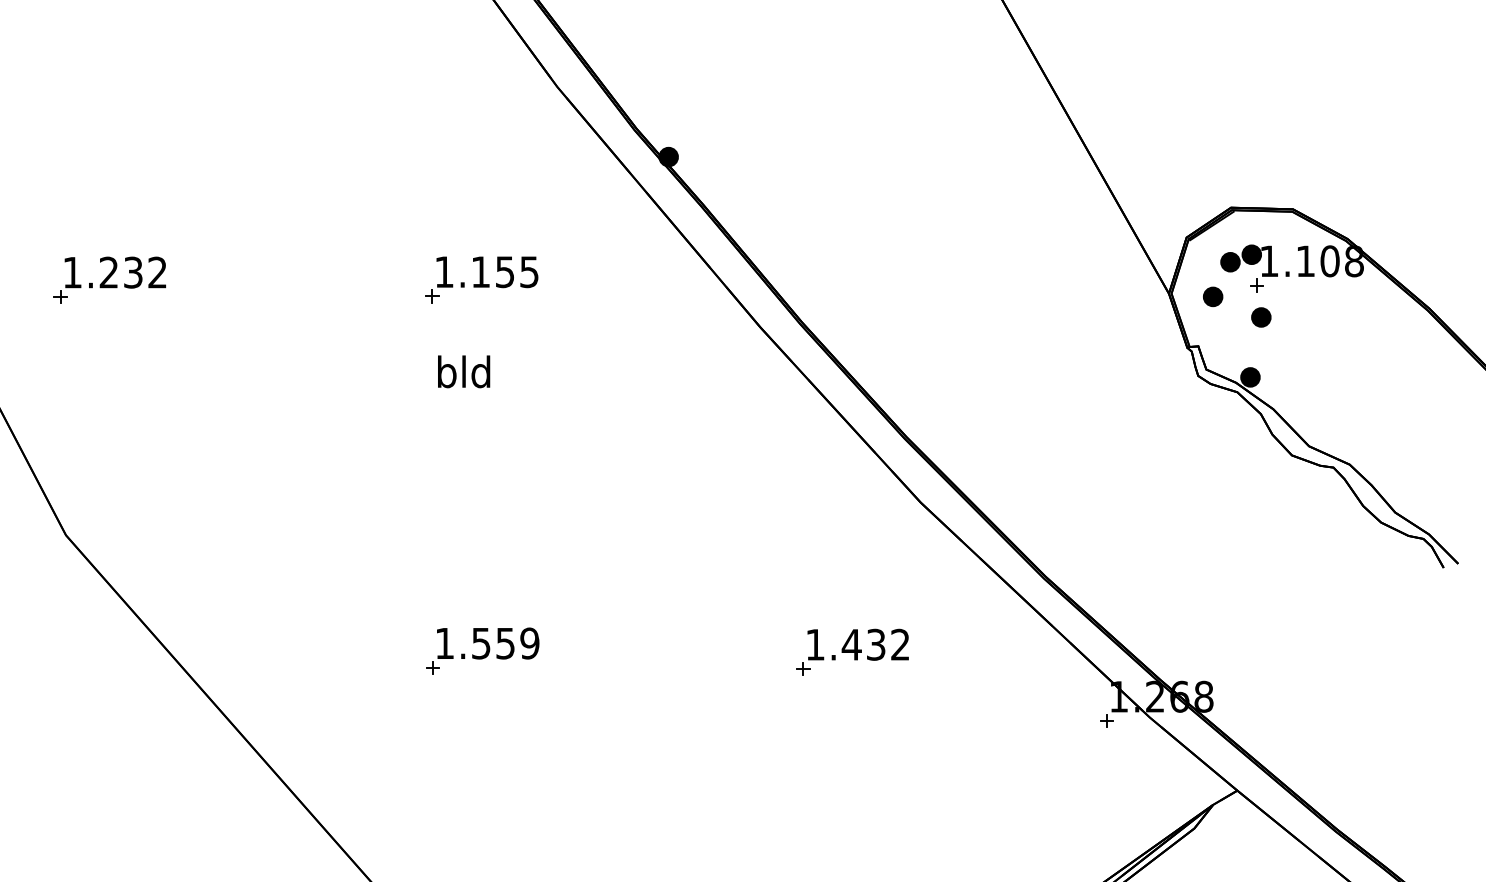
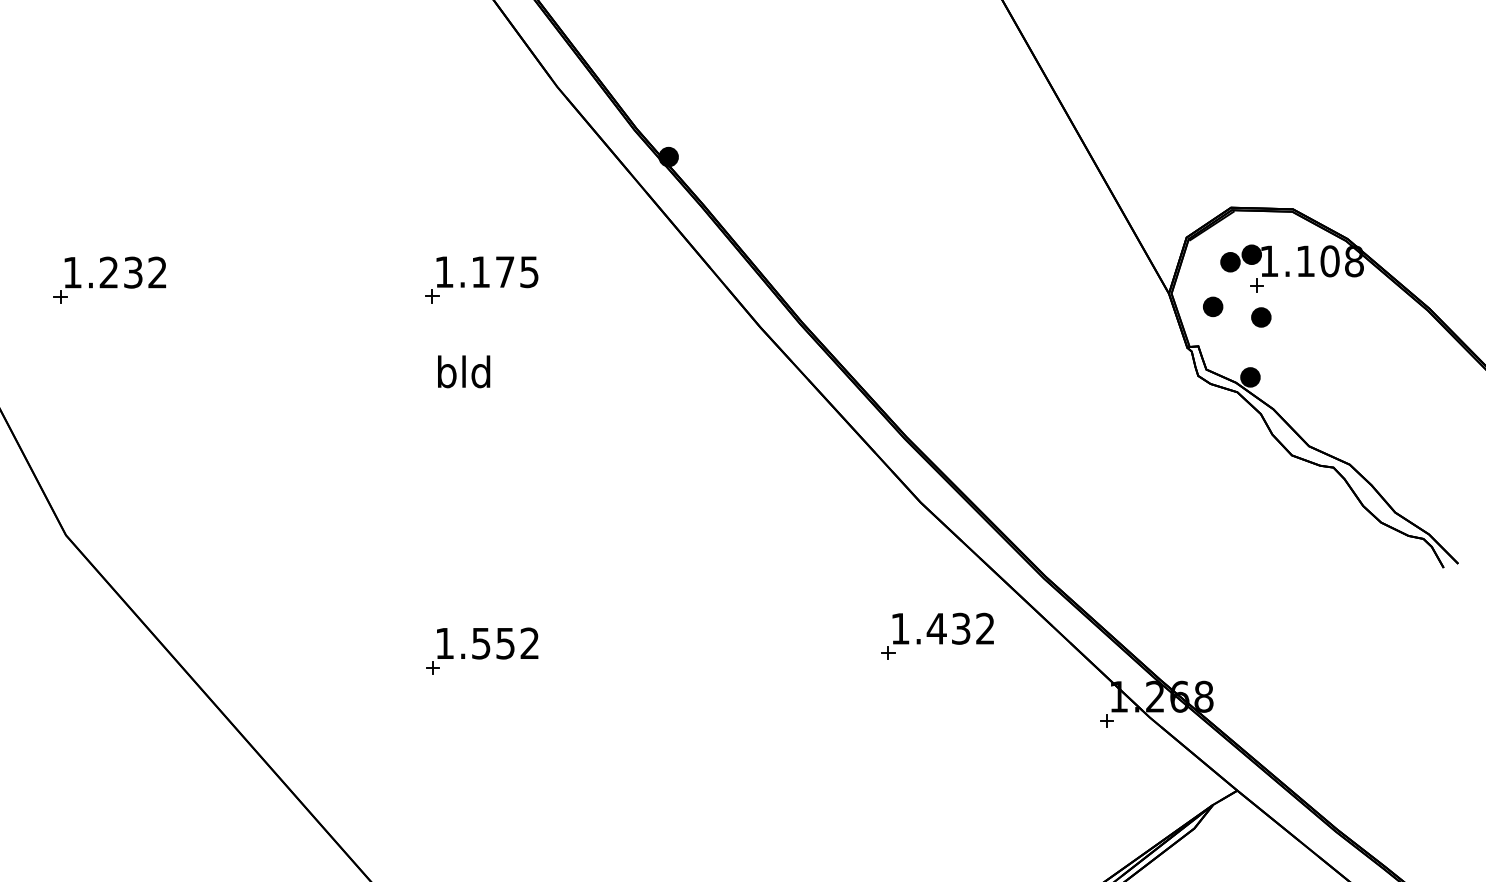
text at (505, 272): 1.155 -> 1.175
part at (1213, 296) position: (1213, 296) -> (1213, 306)
text at (529, 643): 1.559 -> 1.552
part at (852, 651) position: (852, 651) -> (937, 635)
